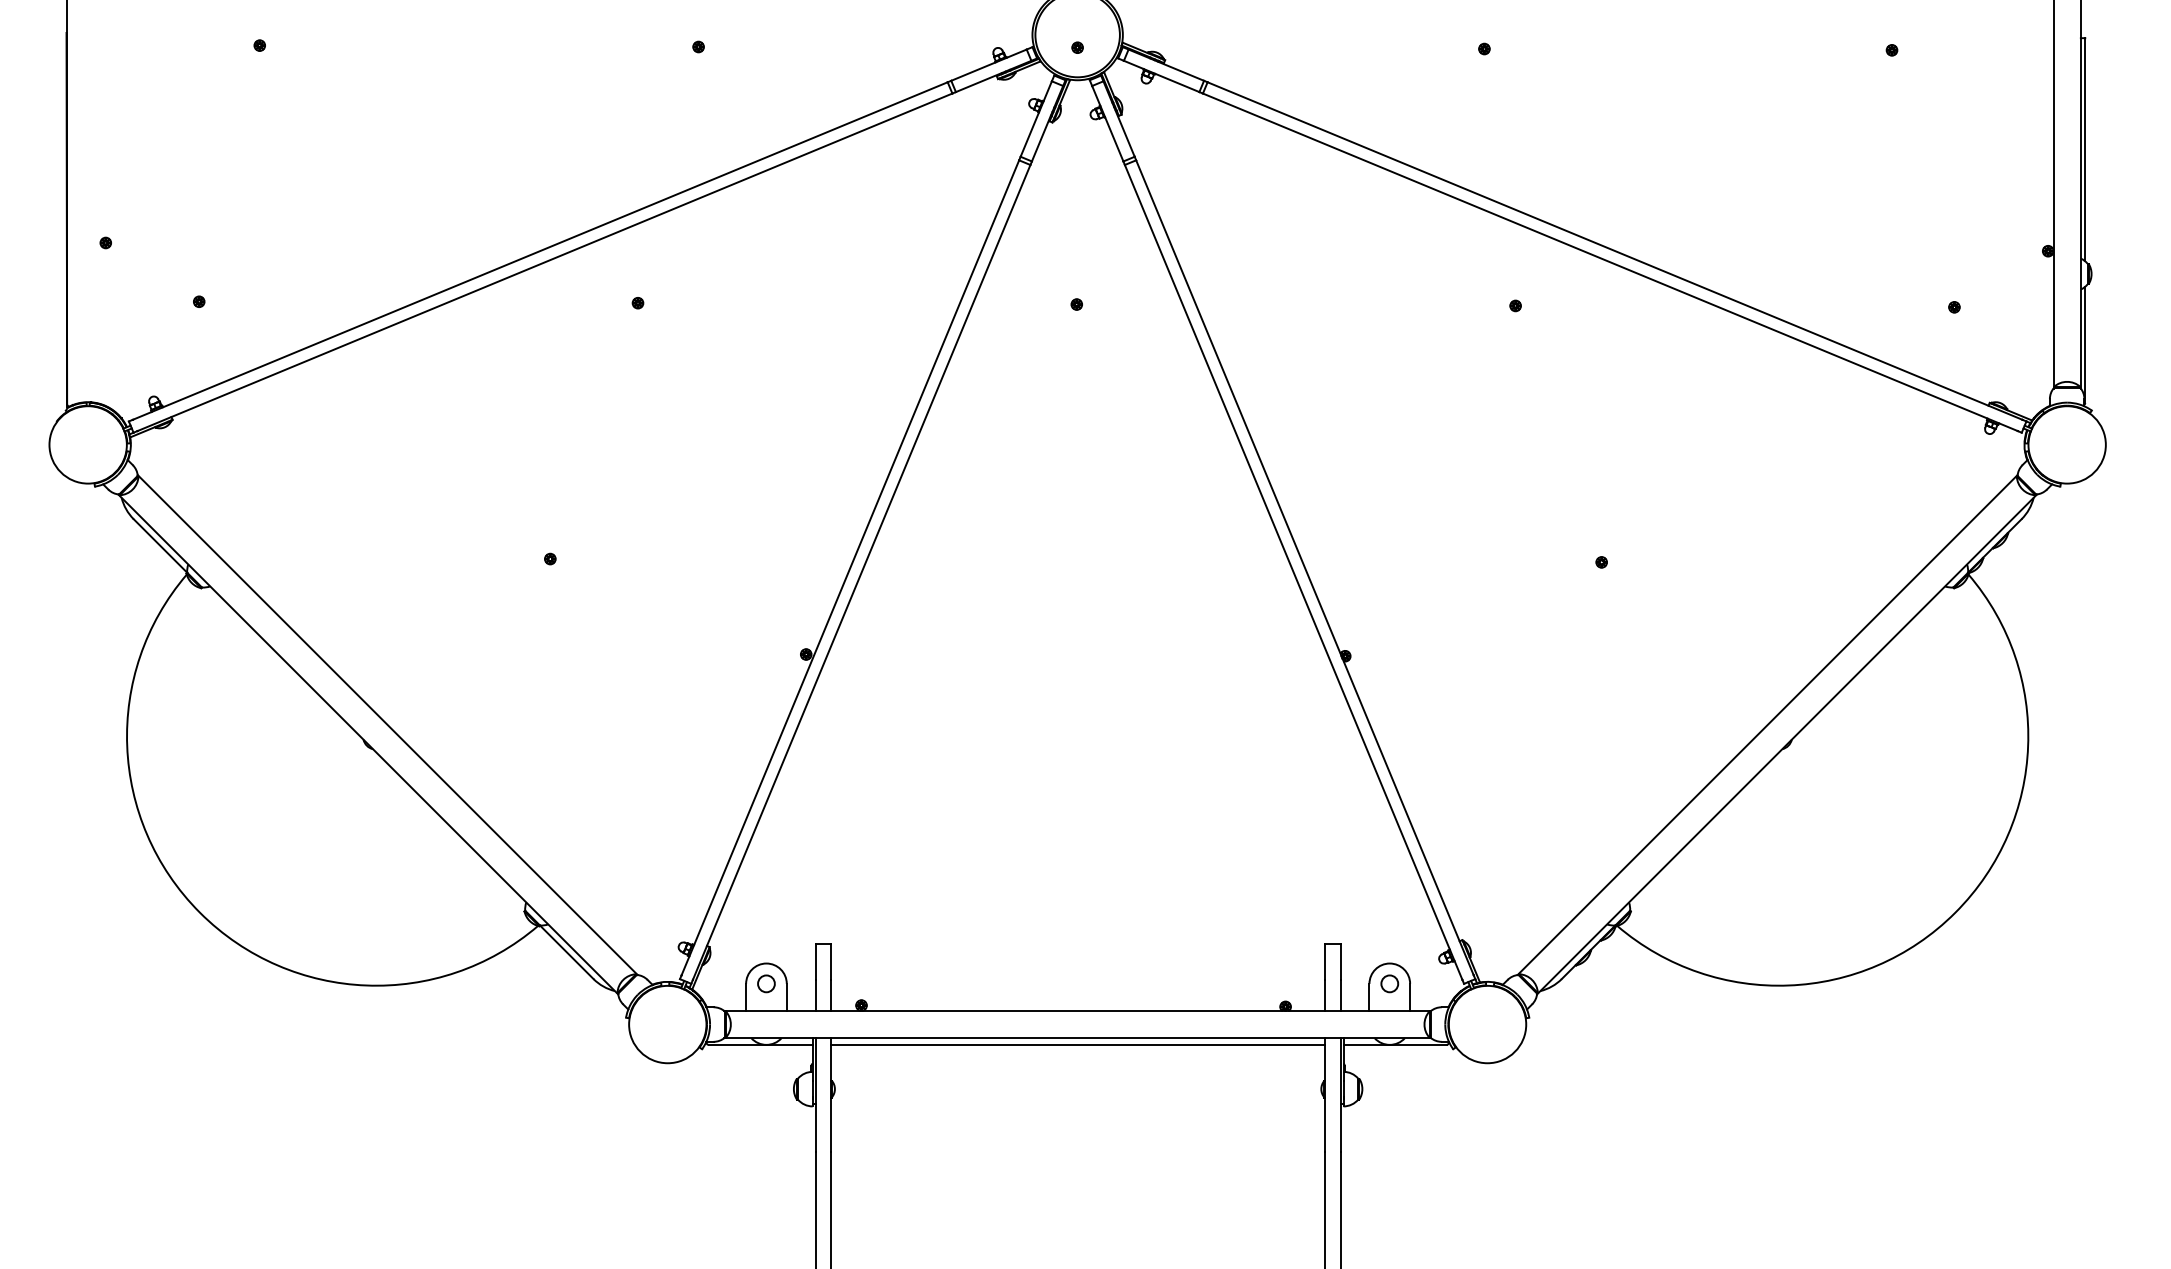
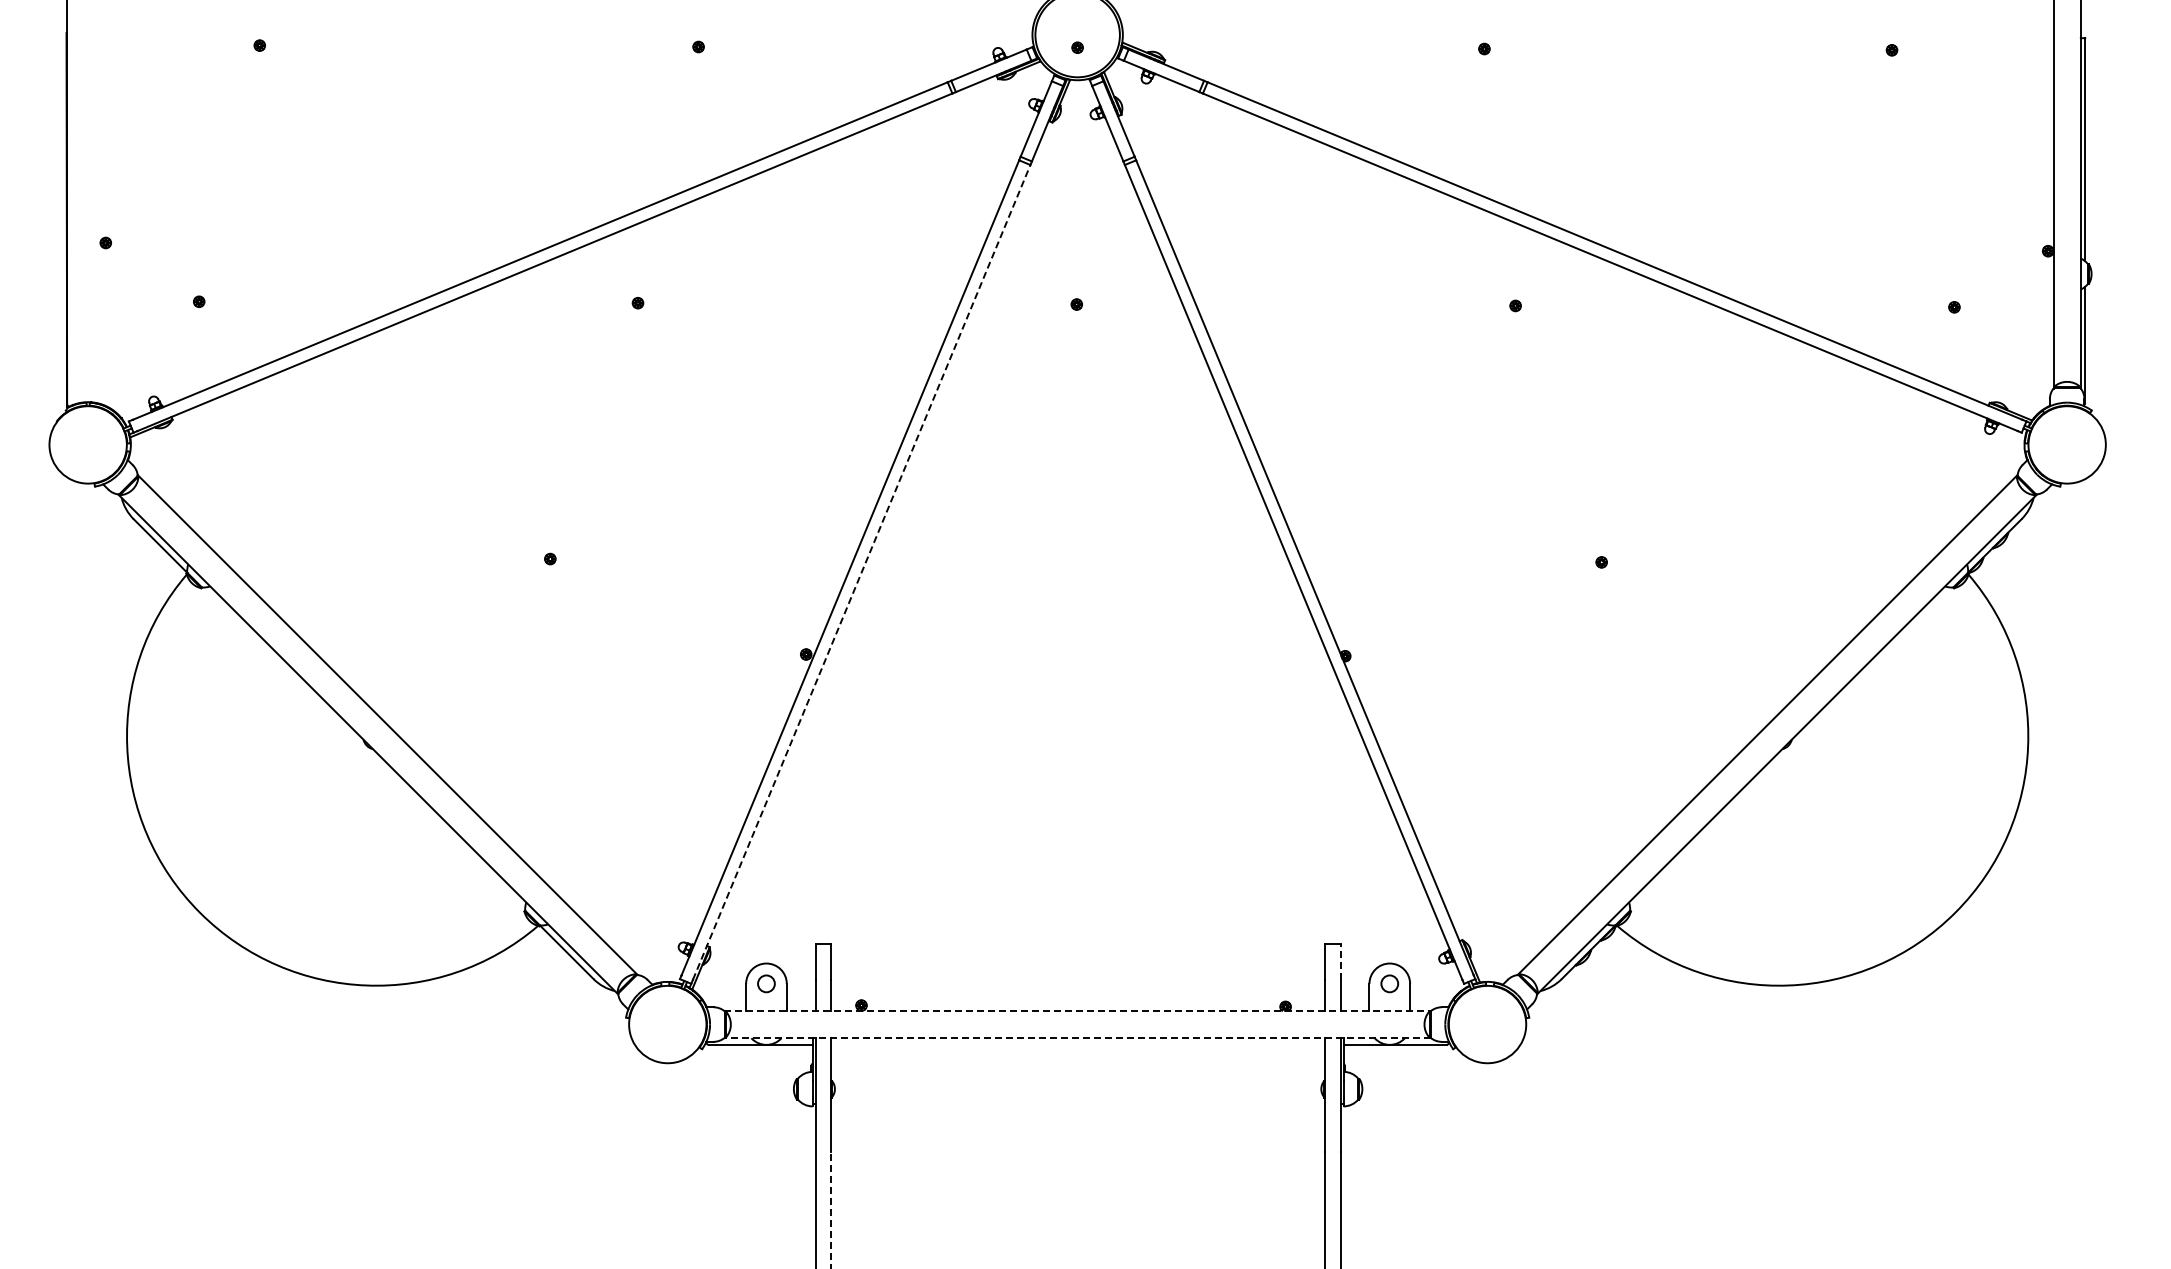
line at (861, 572): solid -> dashed
line at (1340, 961): solid -> dashed
line at (1078, 1010): solid -> dashed
line at (1077, 1038): solid -> dashed
line at (1077, 1044): present -> none
line at (830, 1209): solid -> dashed
